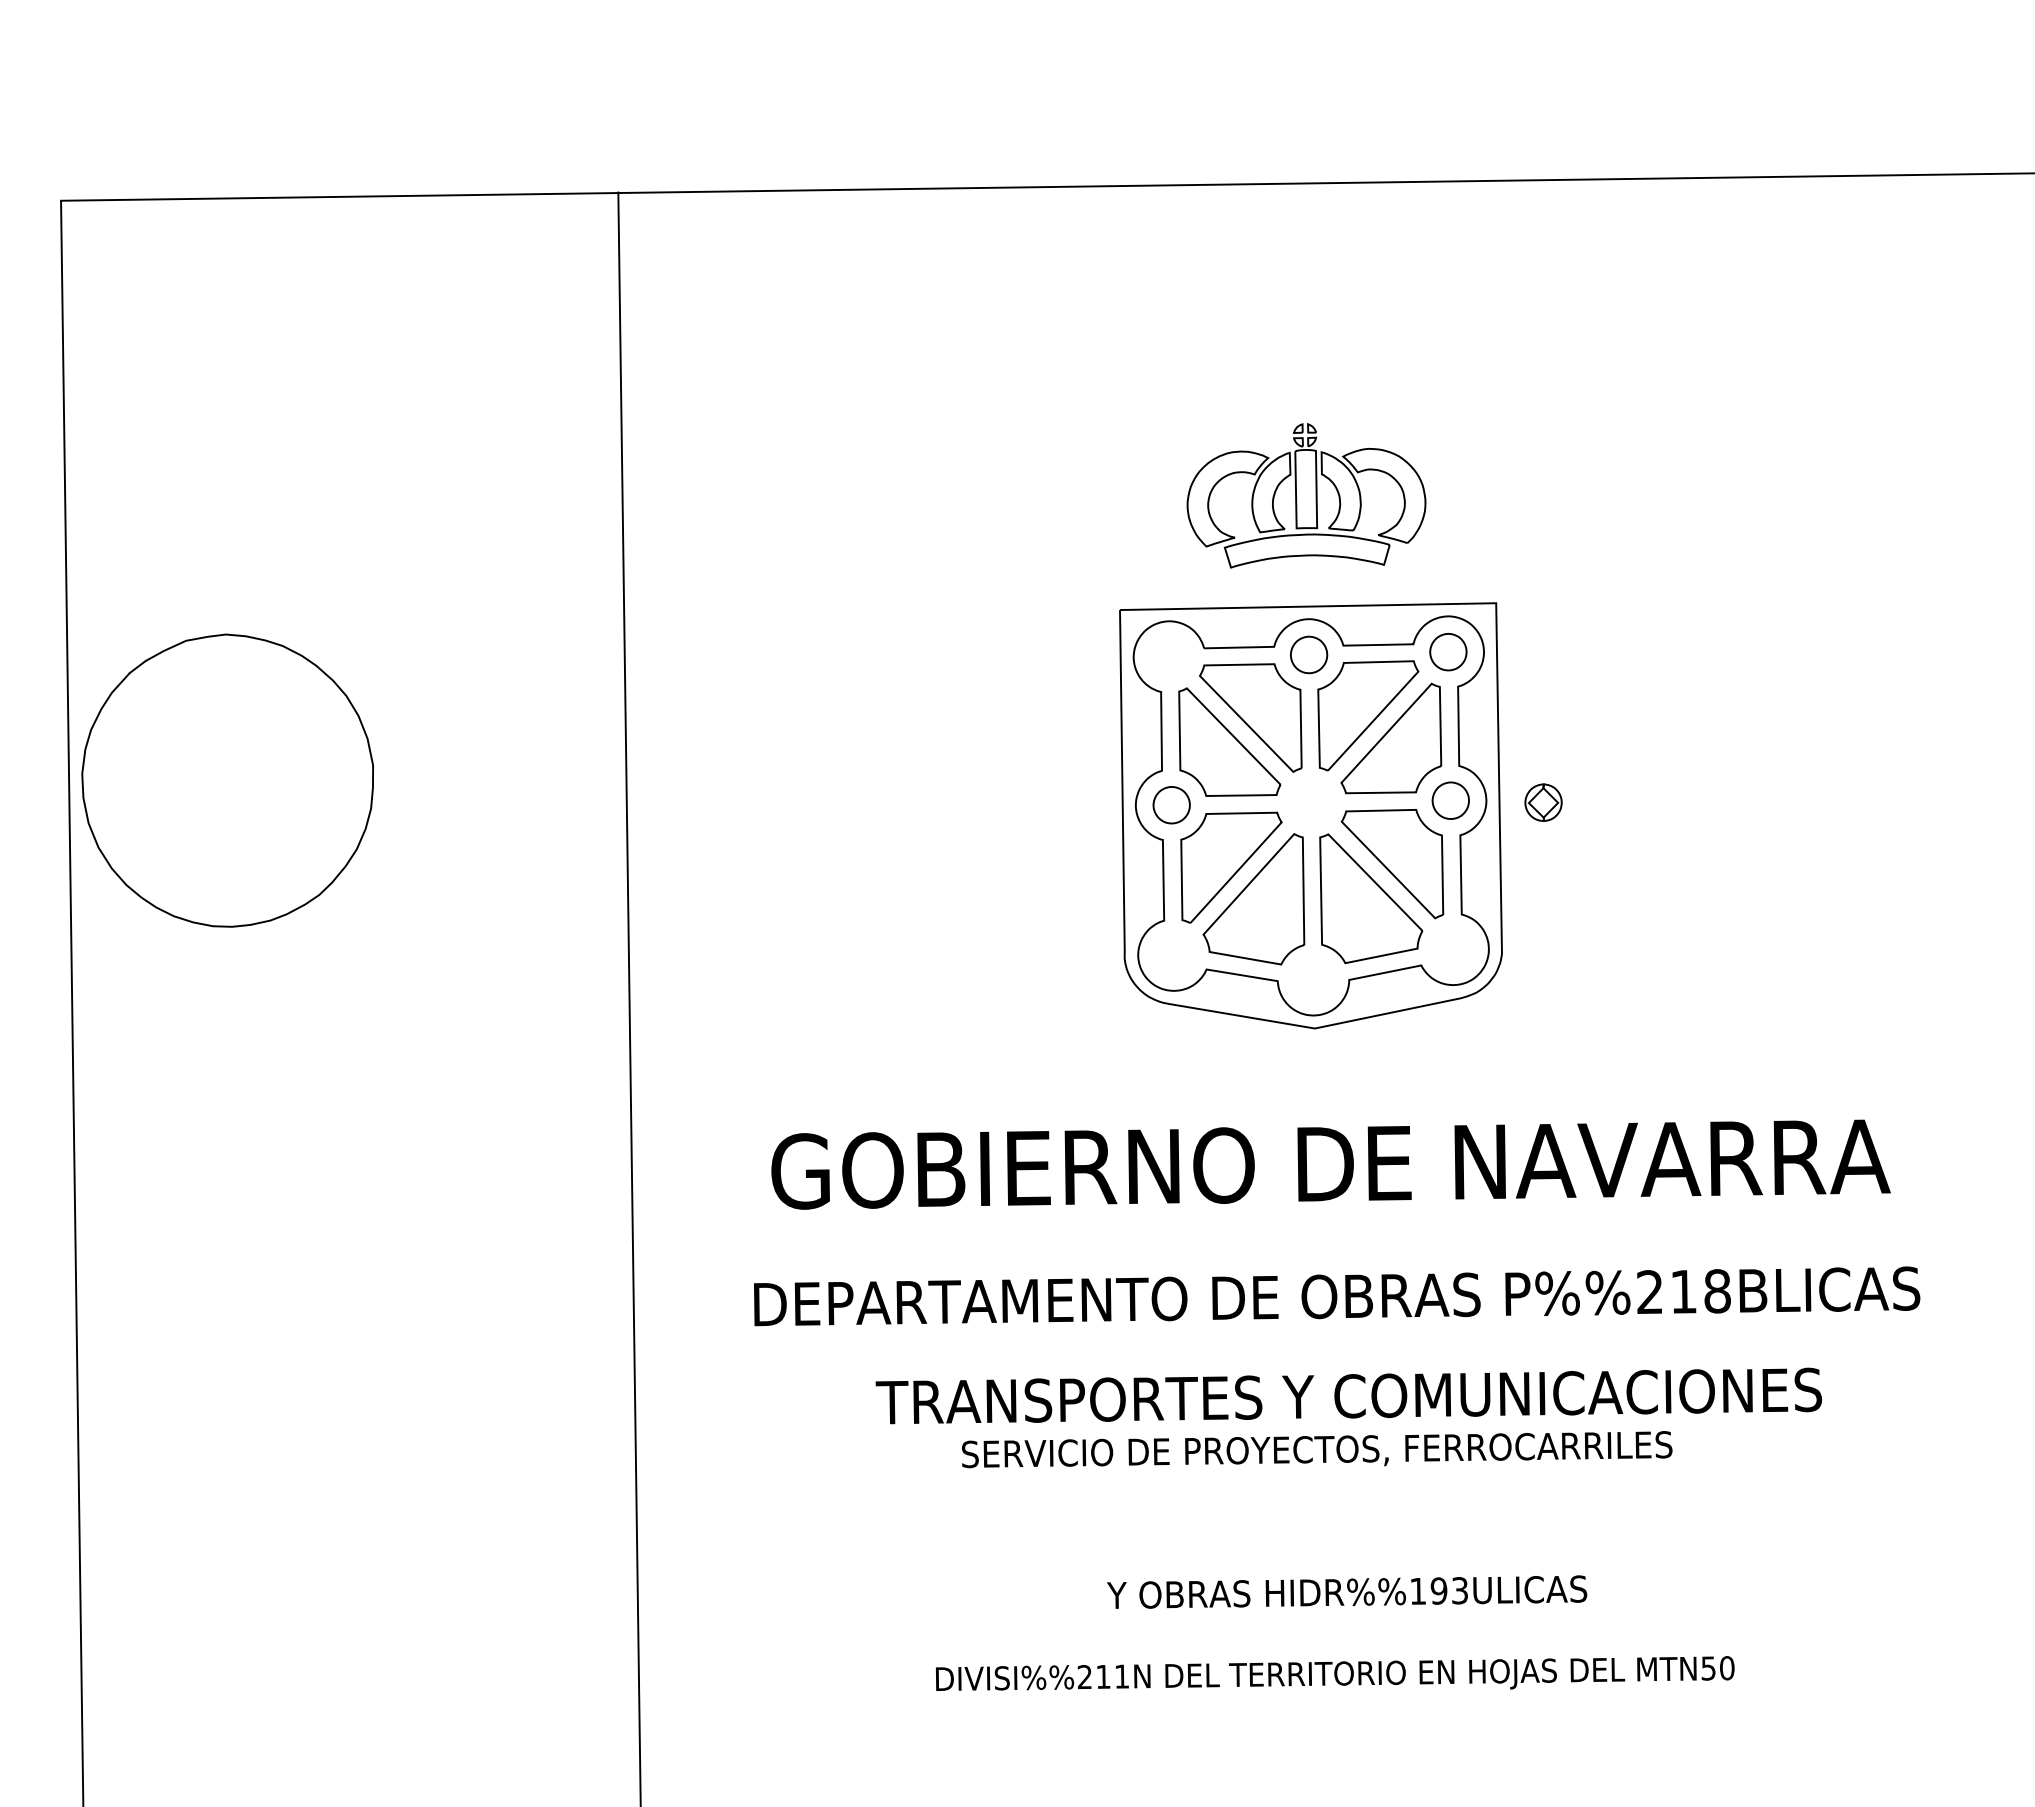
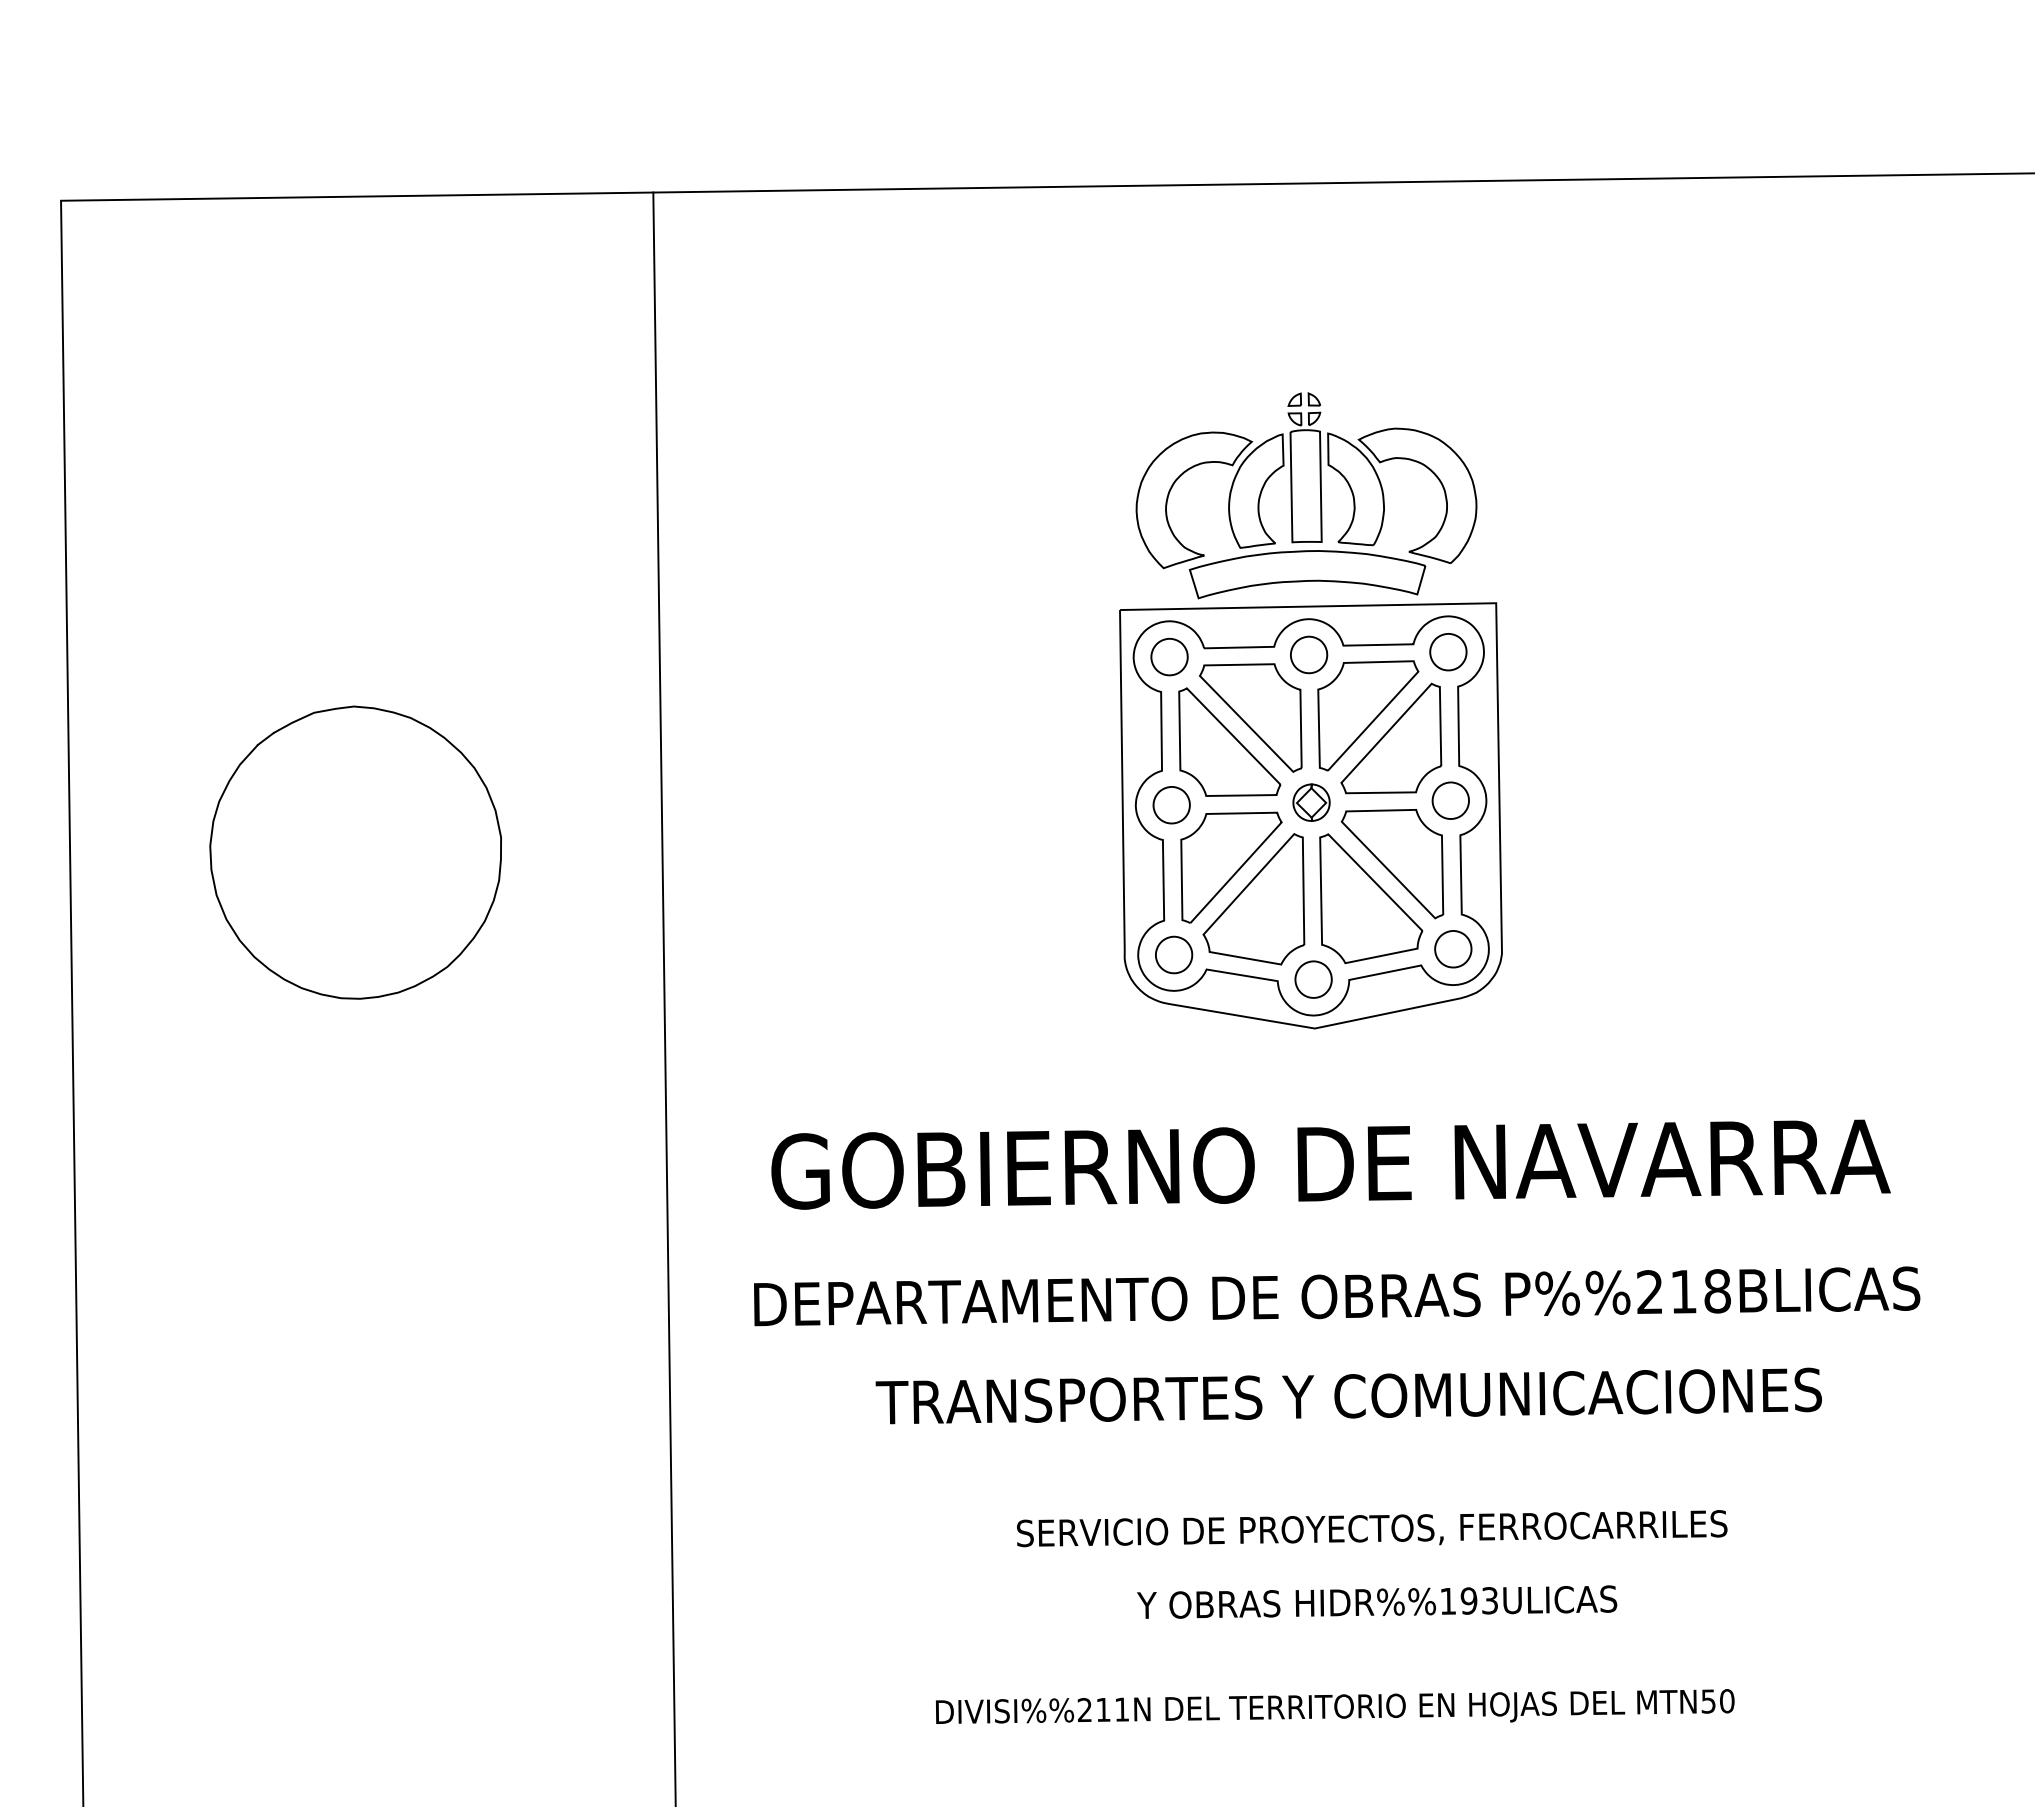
part at (1306, 495) size: 241x146 px -> 343x208 px
part at (1169, 656): none -> present
part at (227, 780) position: (227, 780) -> (355, 852)
part at (1543, 802) position: (1543, 802) -> (1311, 802)
part at (1453, 949): none -> present
part at (1174, 954): none -> present
part at (1313, 979): none -> present
line at (629, 997) position: (629, 997) -> (664, 997)
text at (1317, 1449) position: (1317, 1449) -> (1372, 1528)
text at (1347, 1591) position: (1347, 1591) -> (1377, 1601)
text at (1335, 1673) position: (1335, 1673) -> (1335, 1706)
